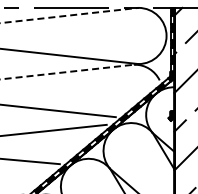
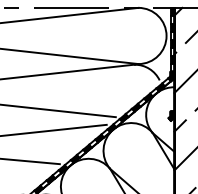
line at (69, 15): dashed -> solid
line at (68, 71): dashed -> solid
